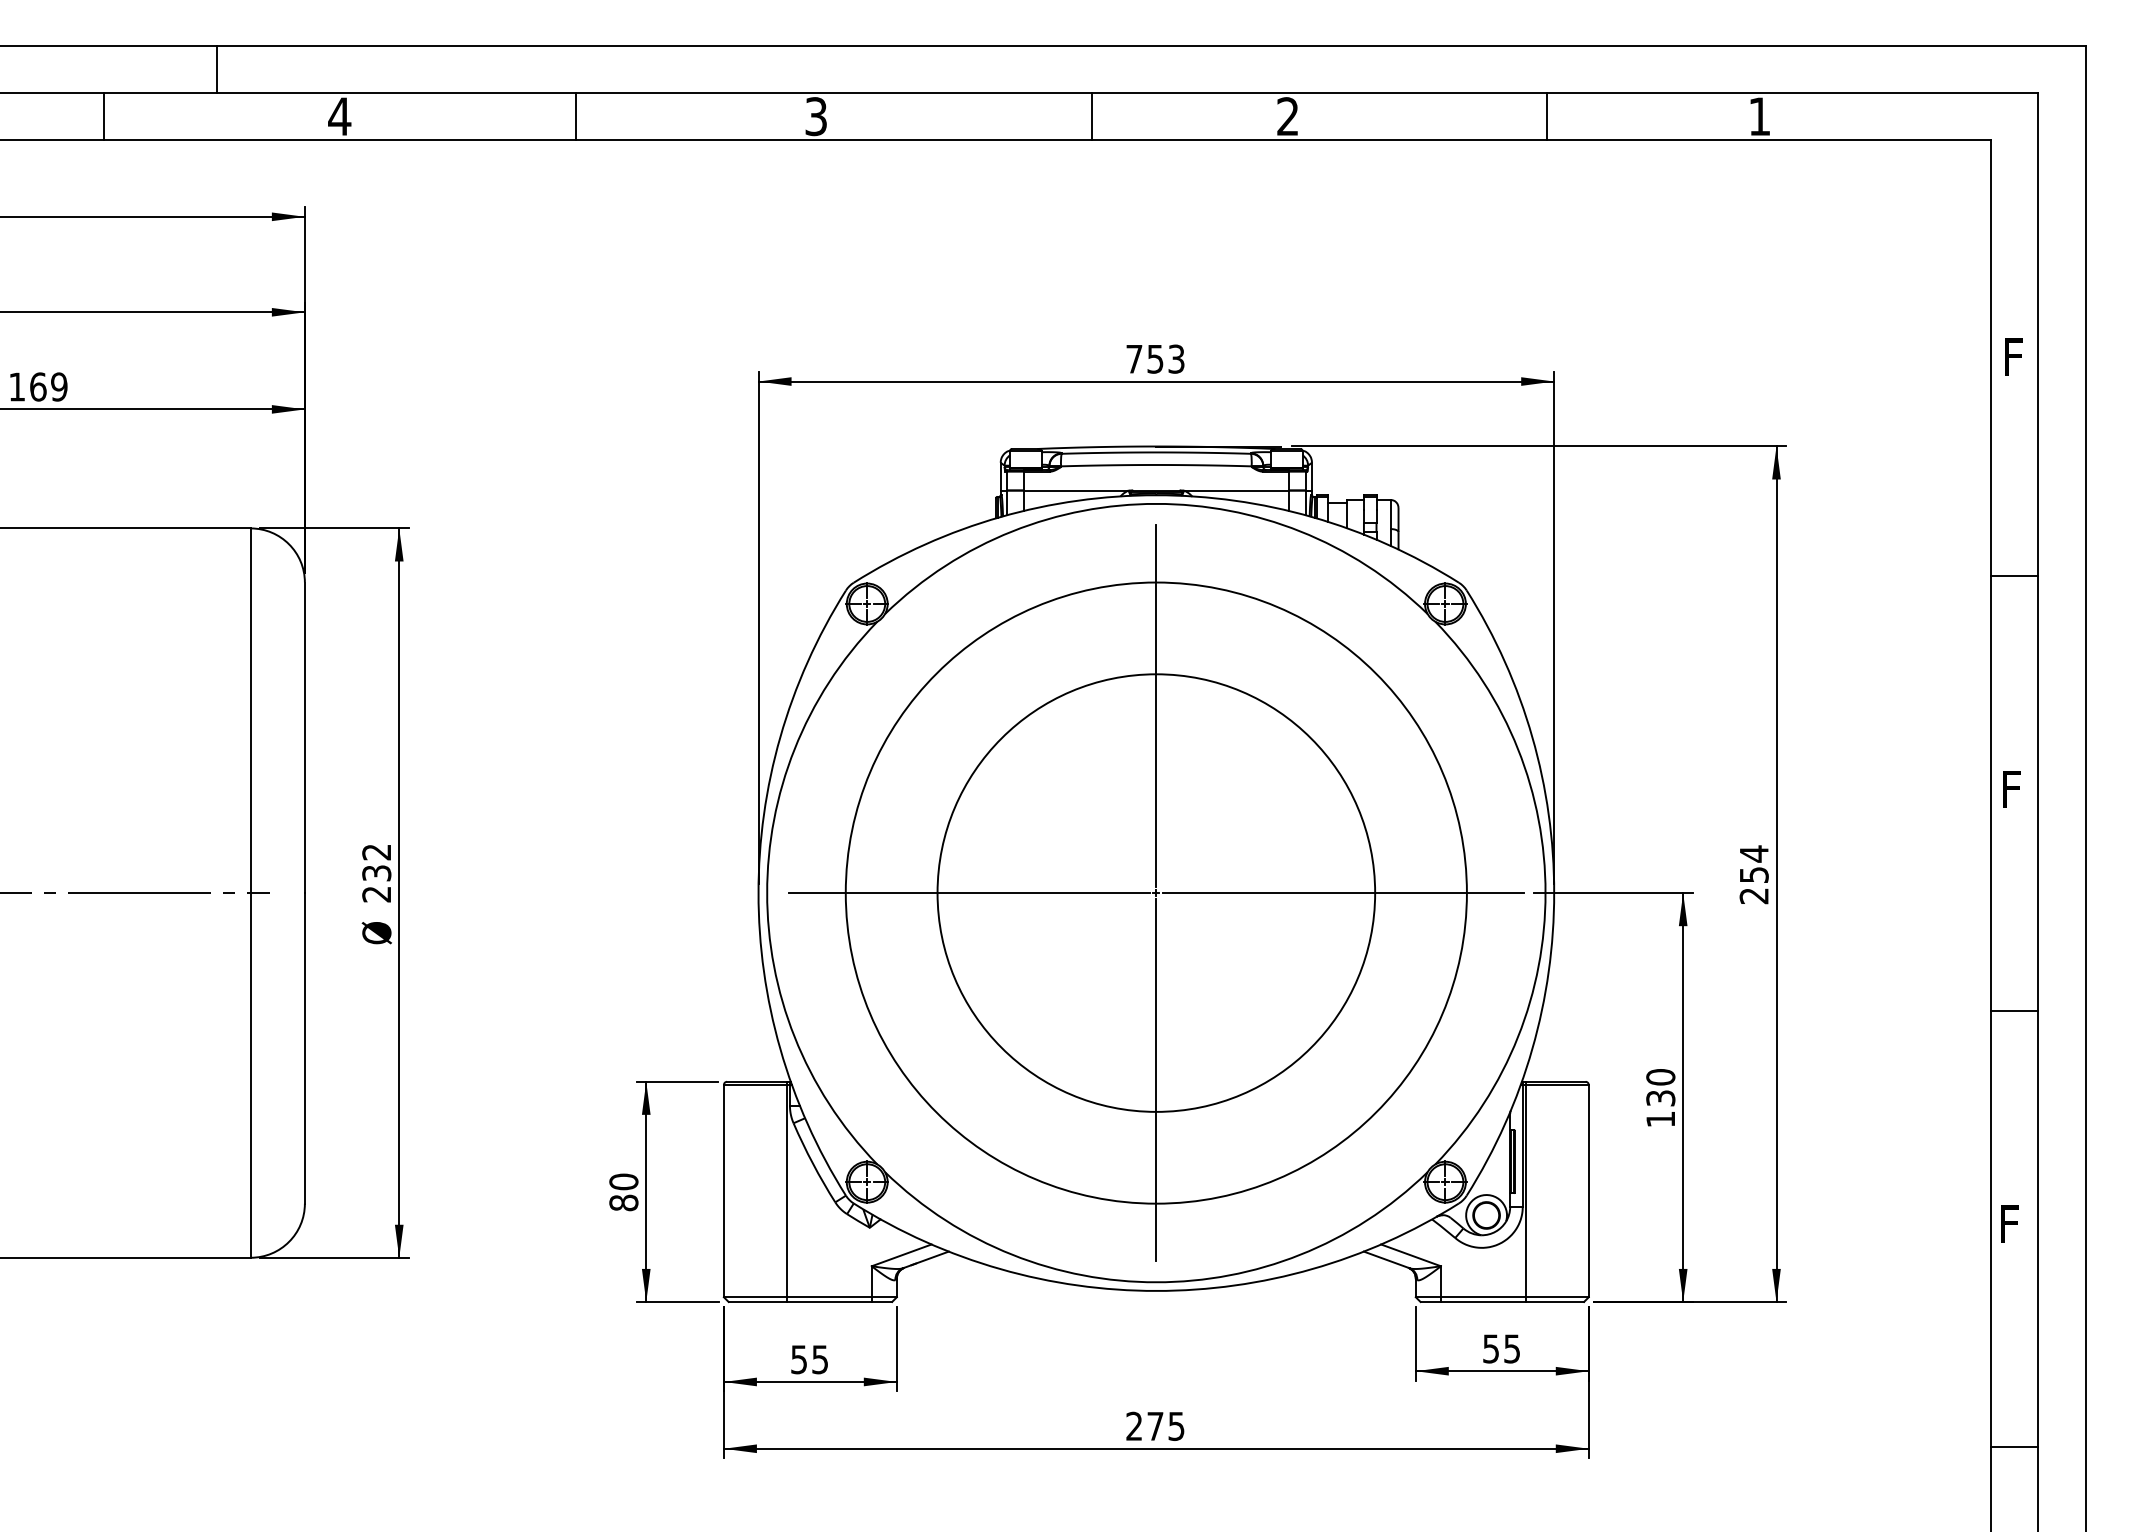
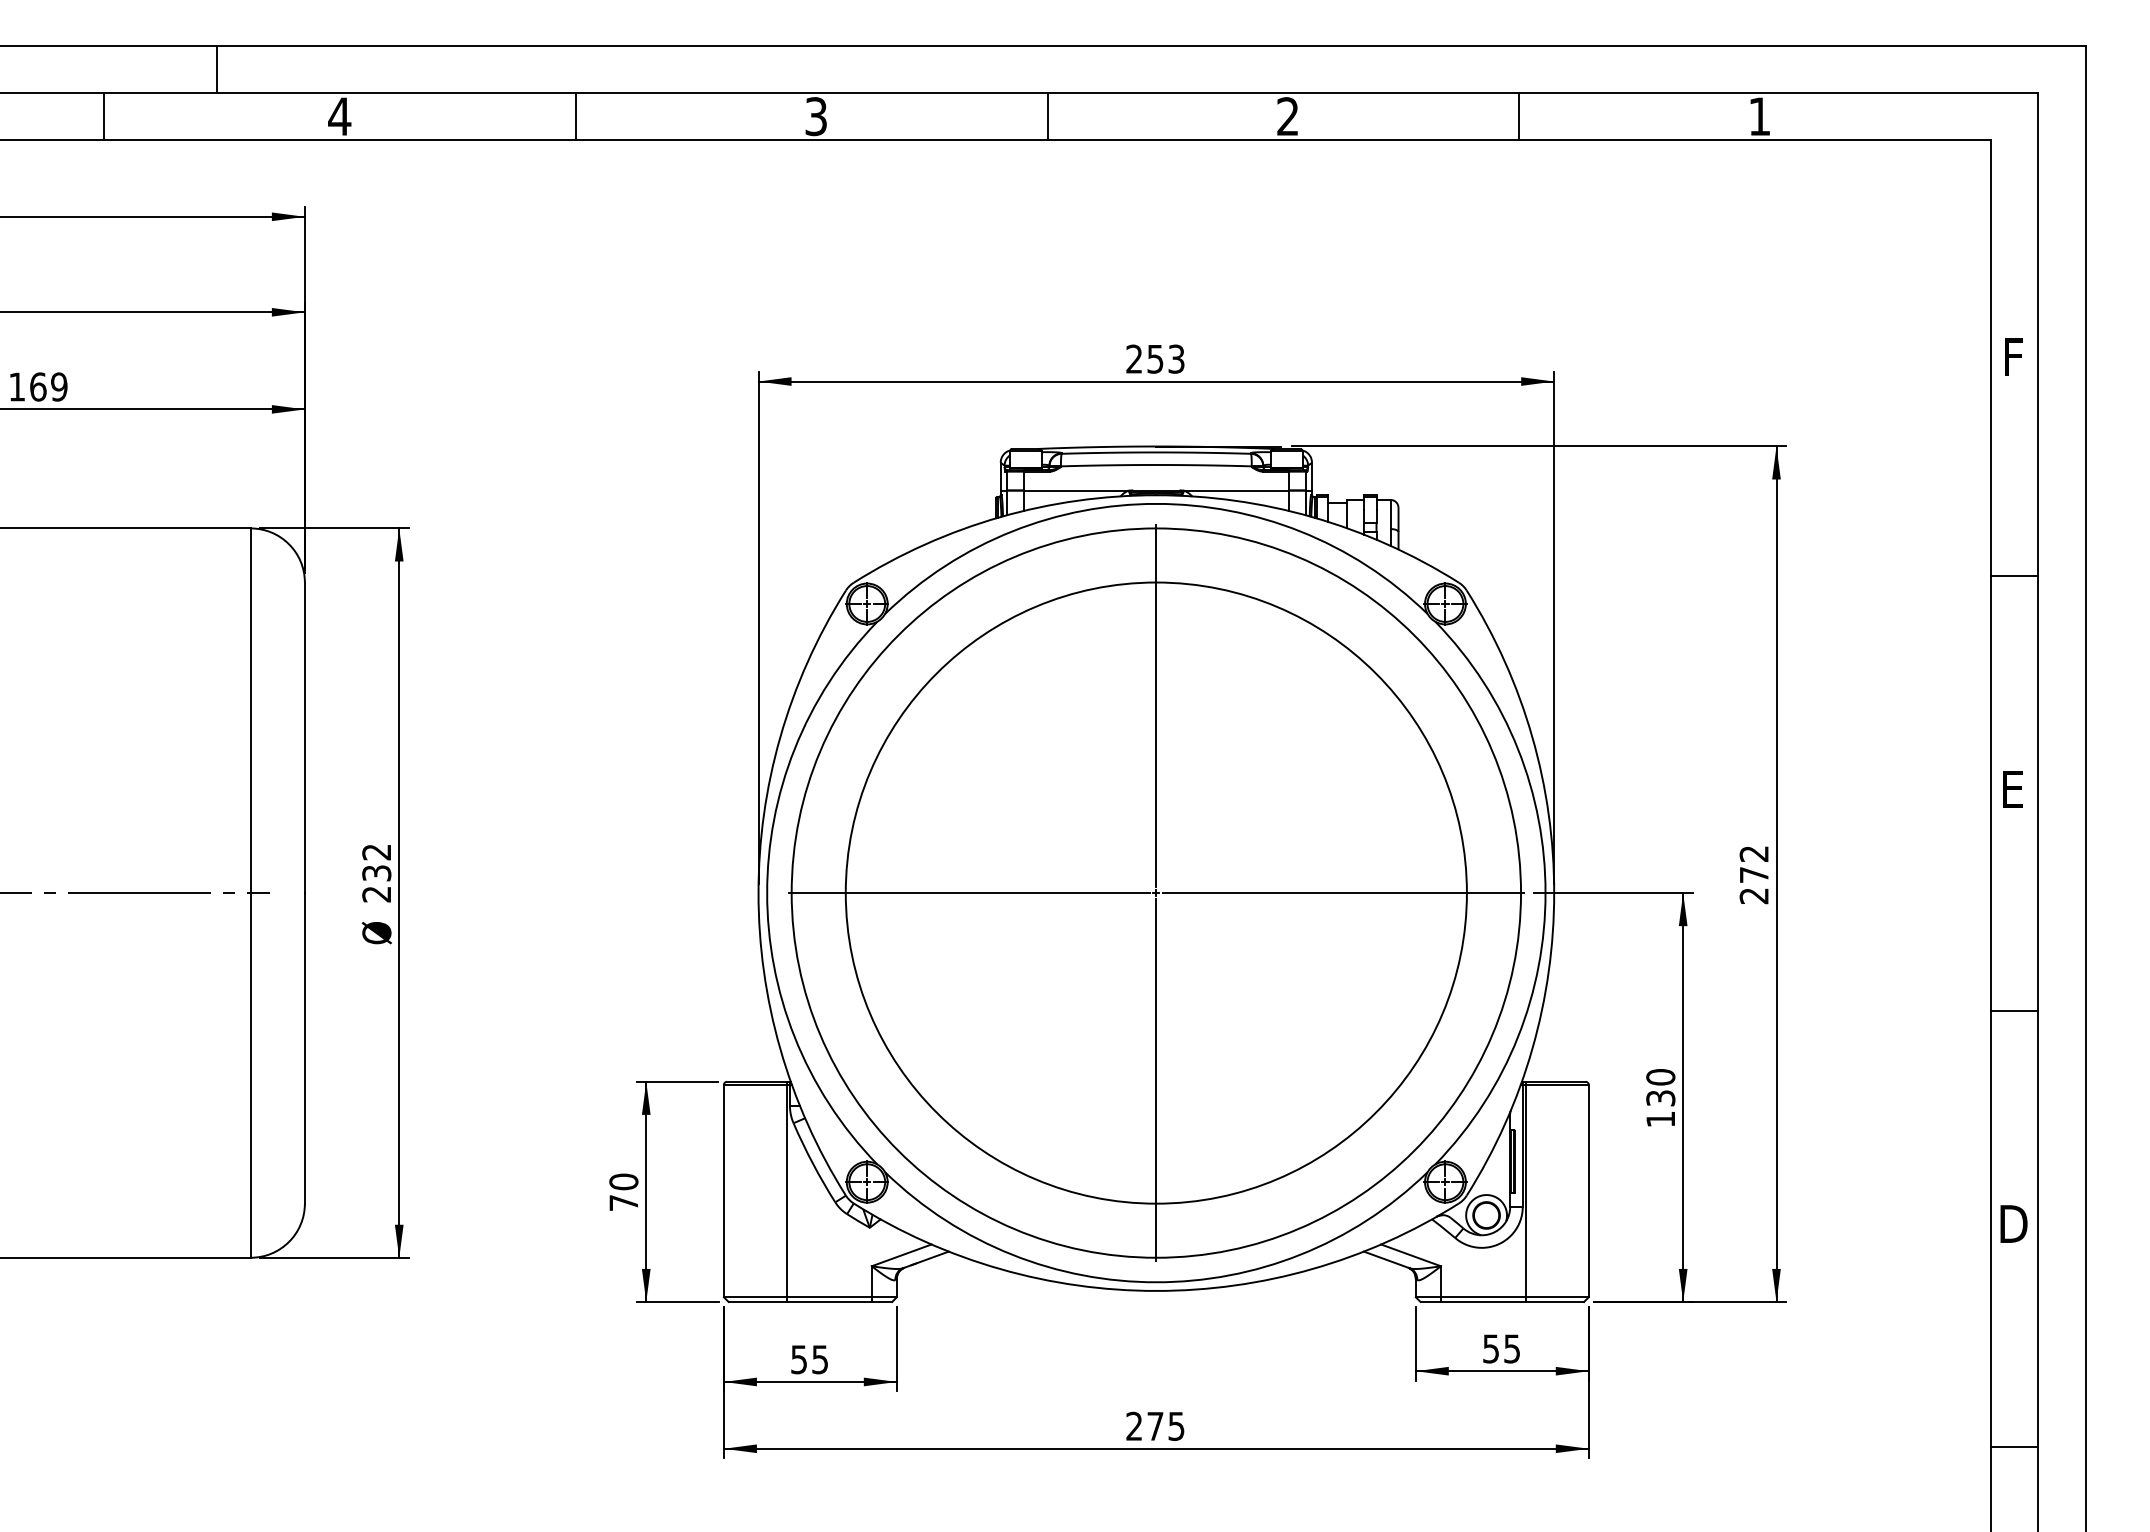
line at (1091, 116) position: (1091, 116) -> (1047, 116)
line at (1547, 116) position: (1547, 116) -> (1519, 116)
text at (1134, 358): 753 -> 253
text at (2014, 789): F -> E
text at (1753, 863): 254 -> 272
circle at (1156, 892) diameter: 438 px -> 729 px
text at (623, 1202): 80 -> 70
text at (2013, 1223): F -> D
